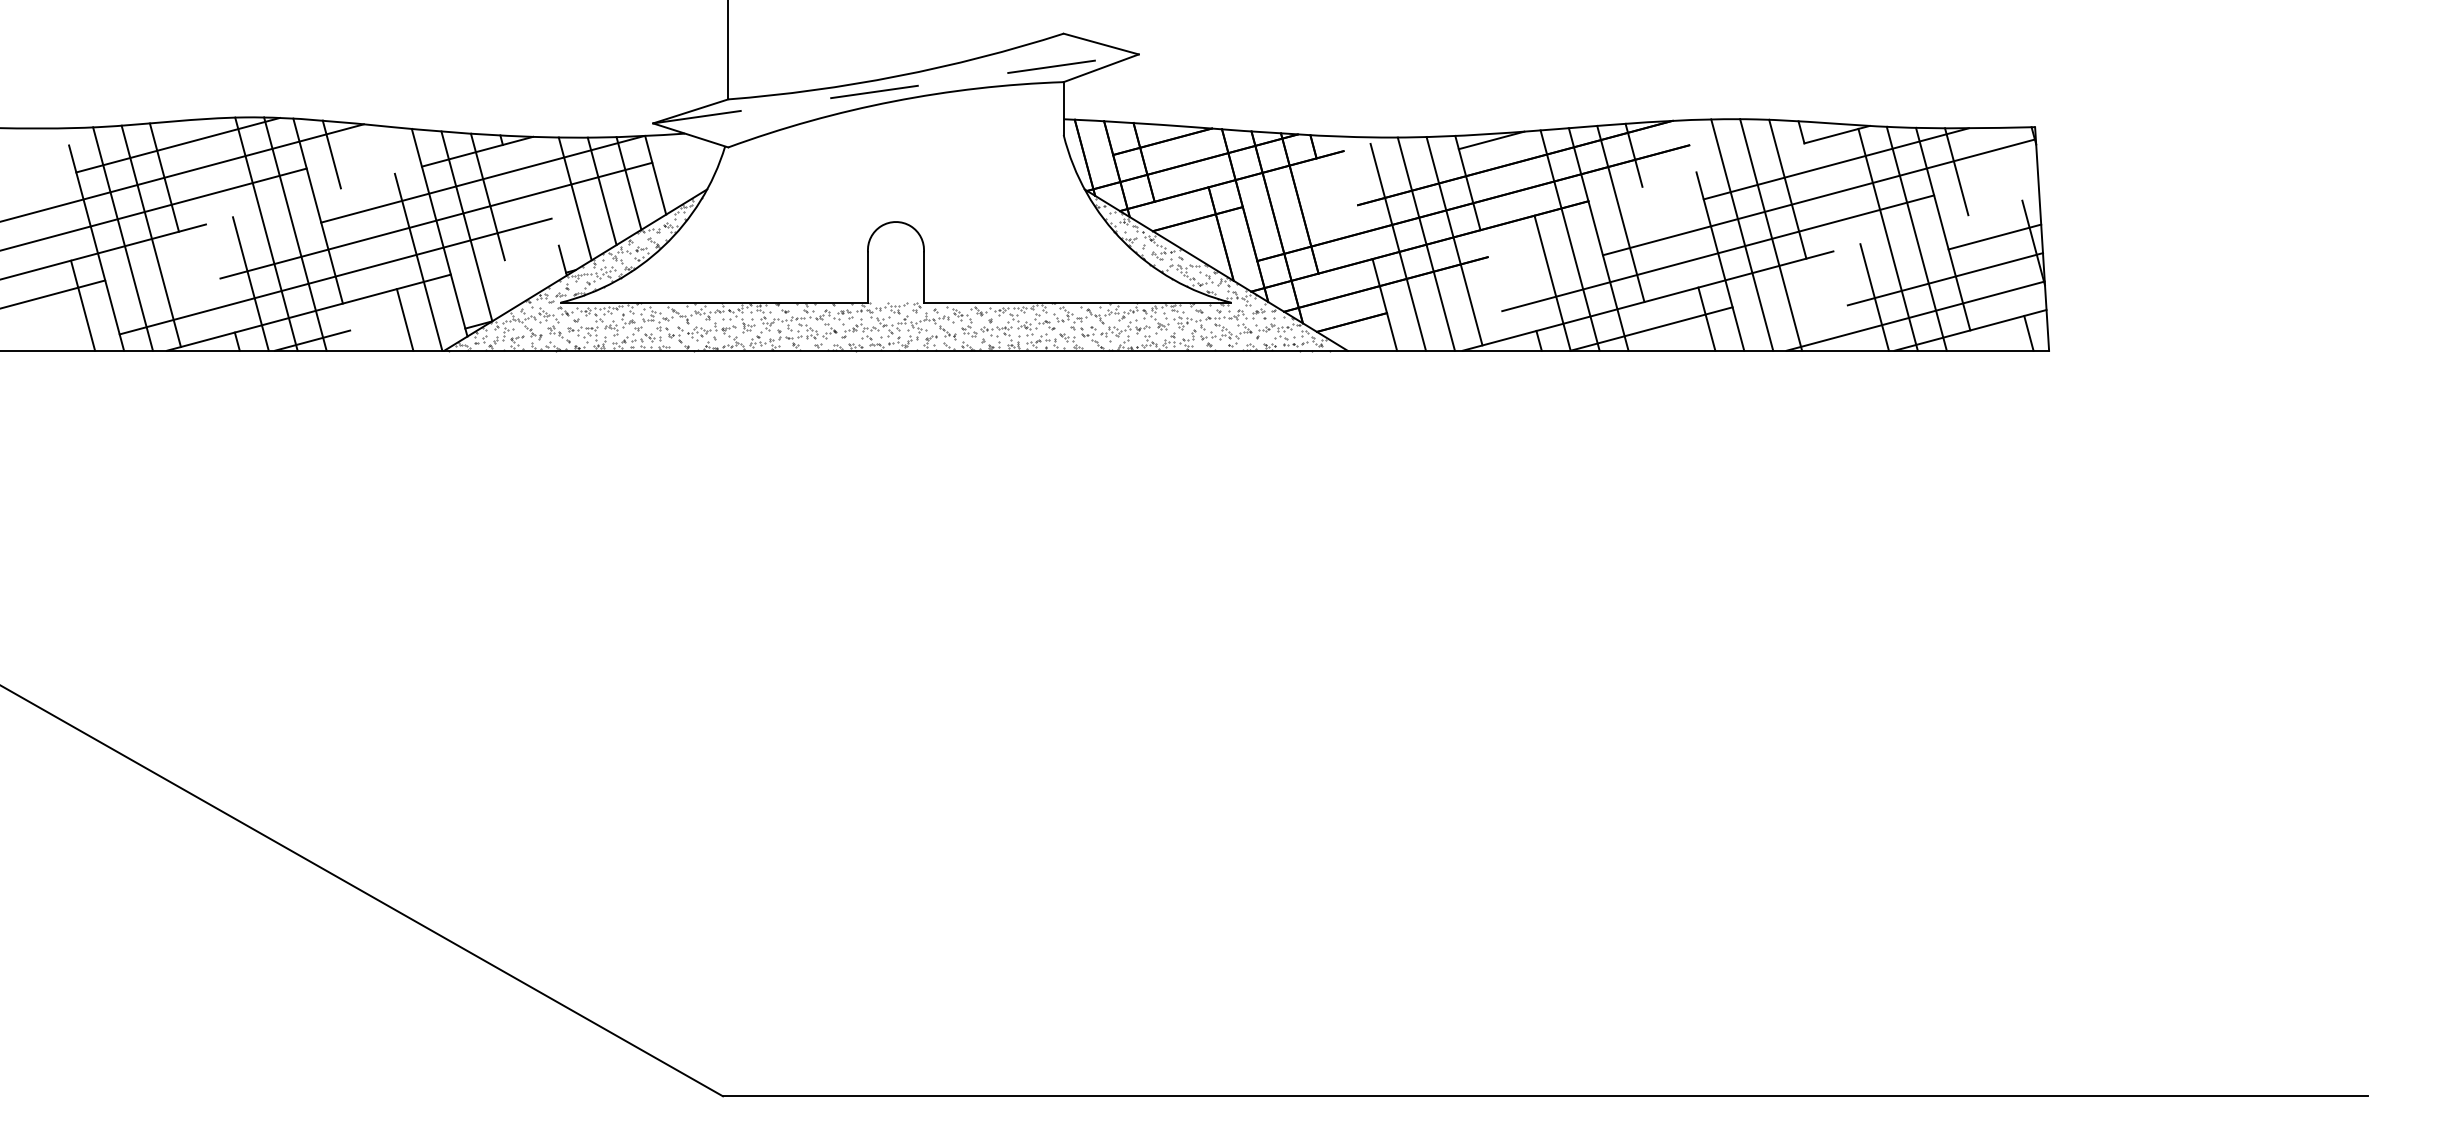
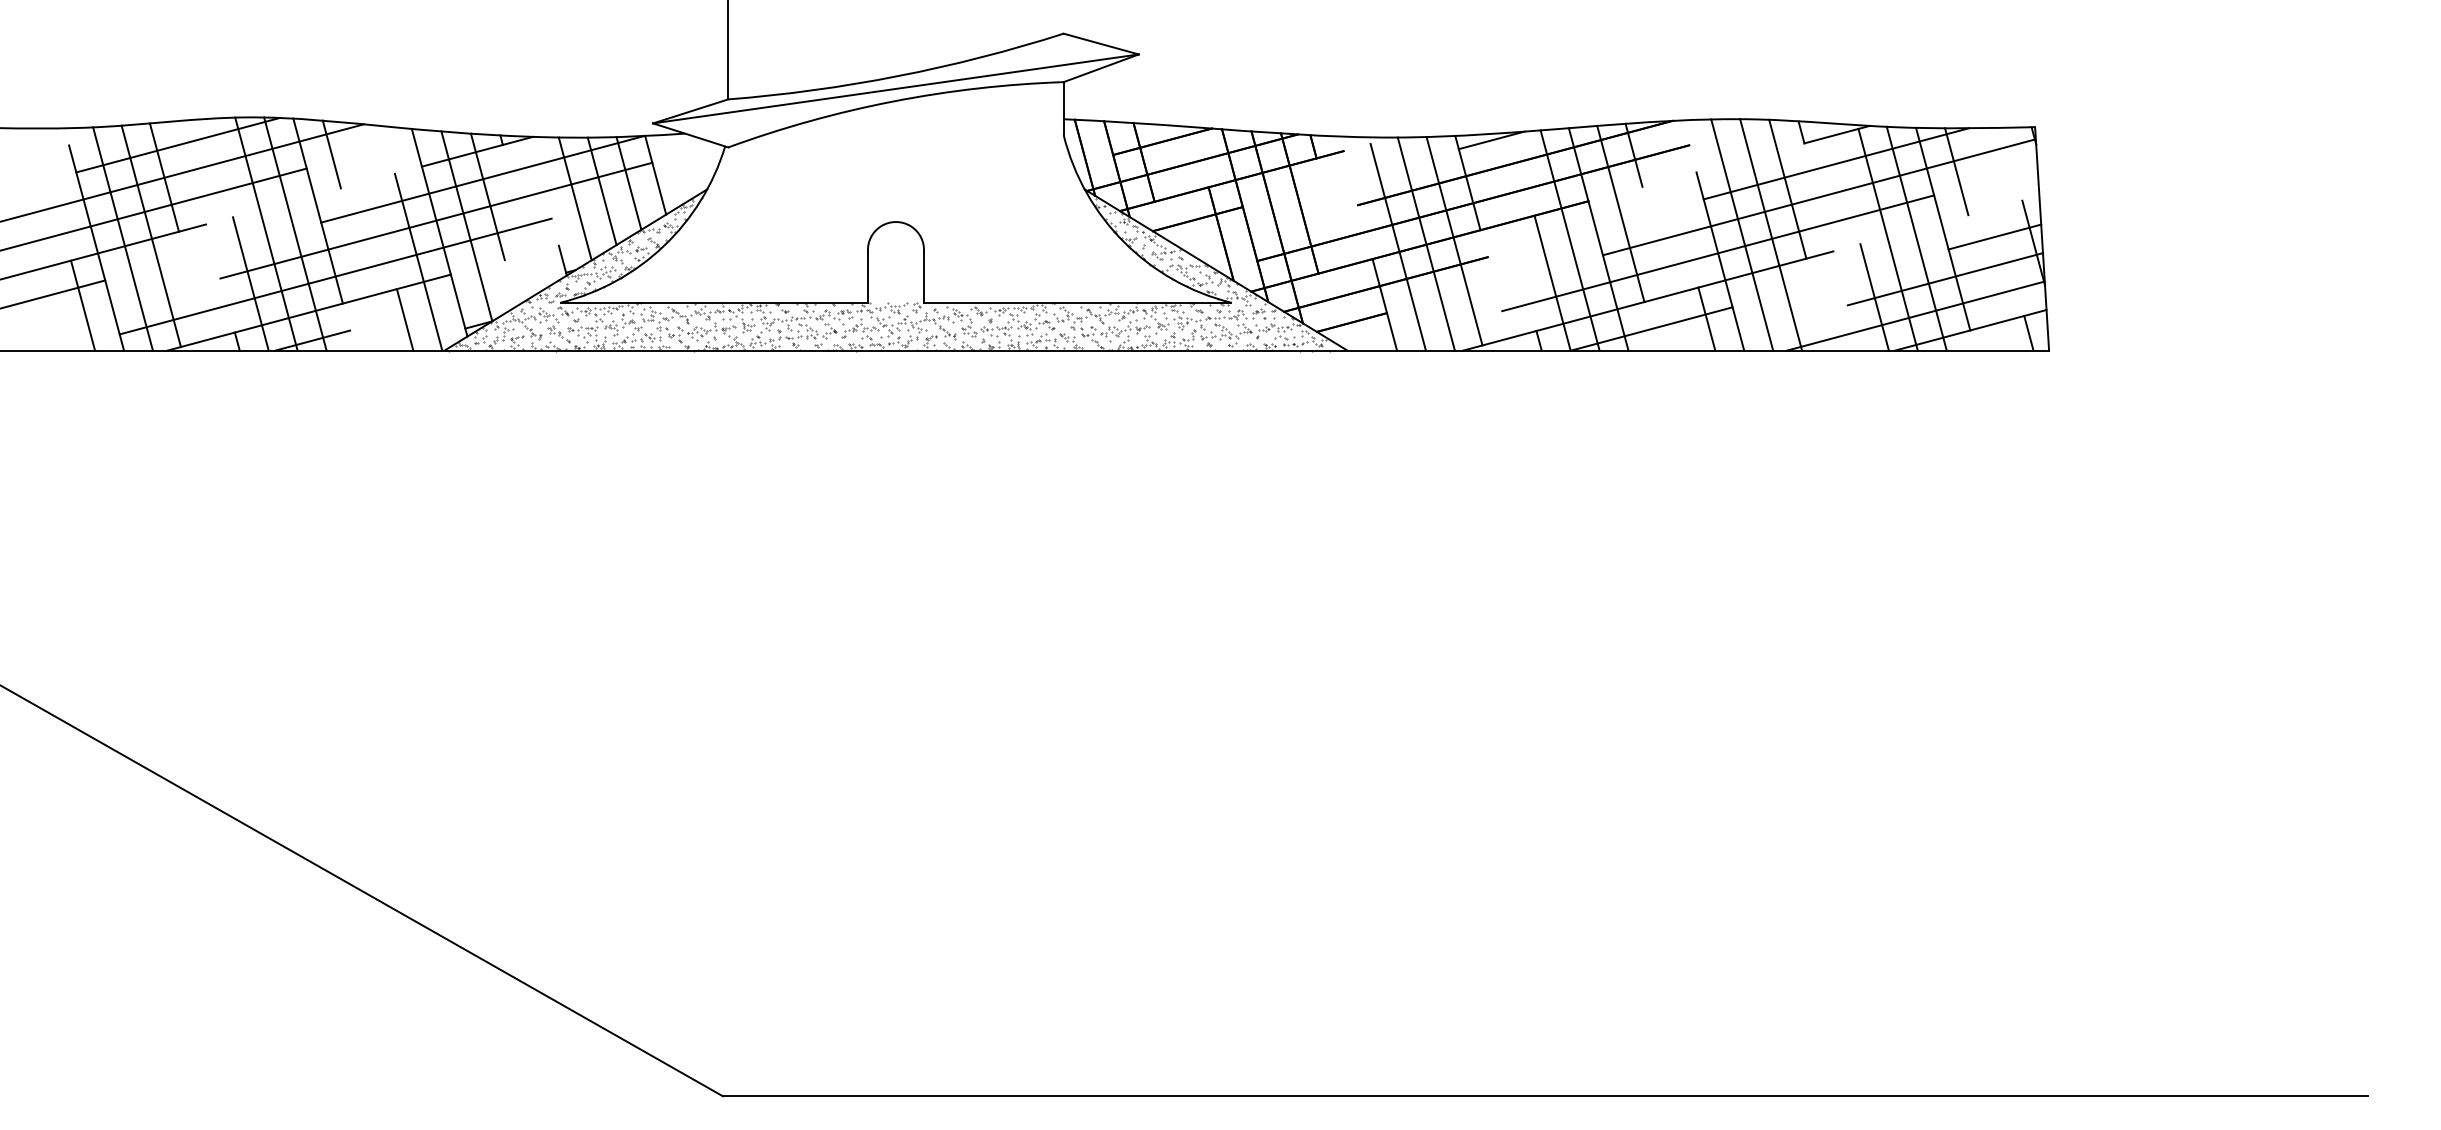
line at (896, 88): dashed -> solid
